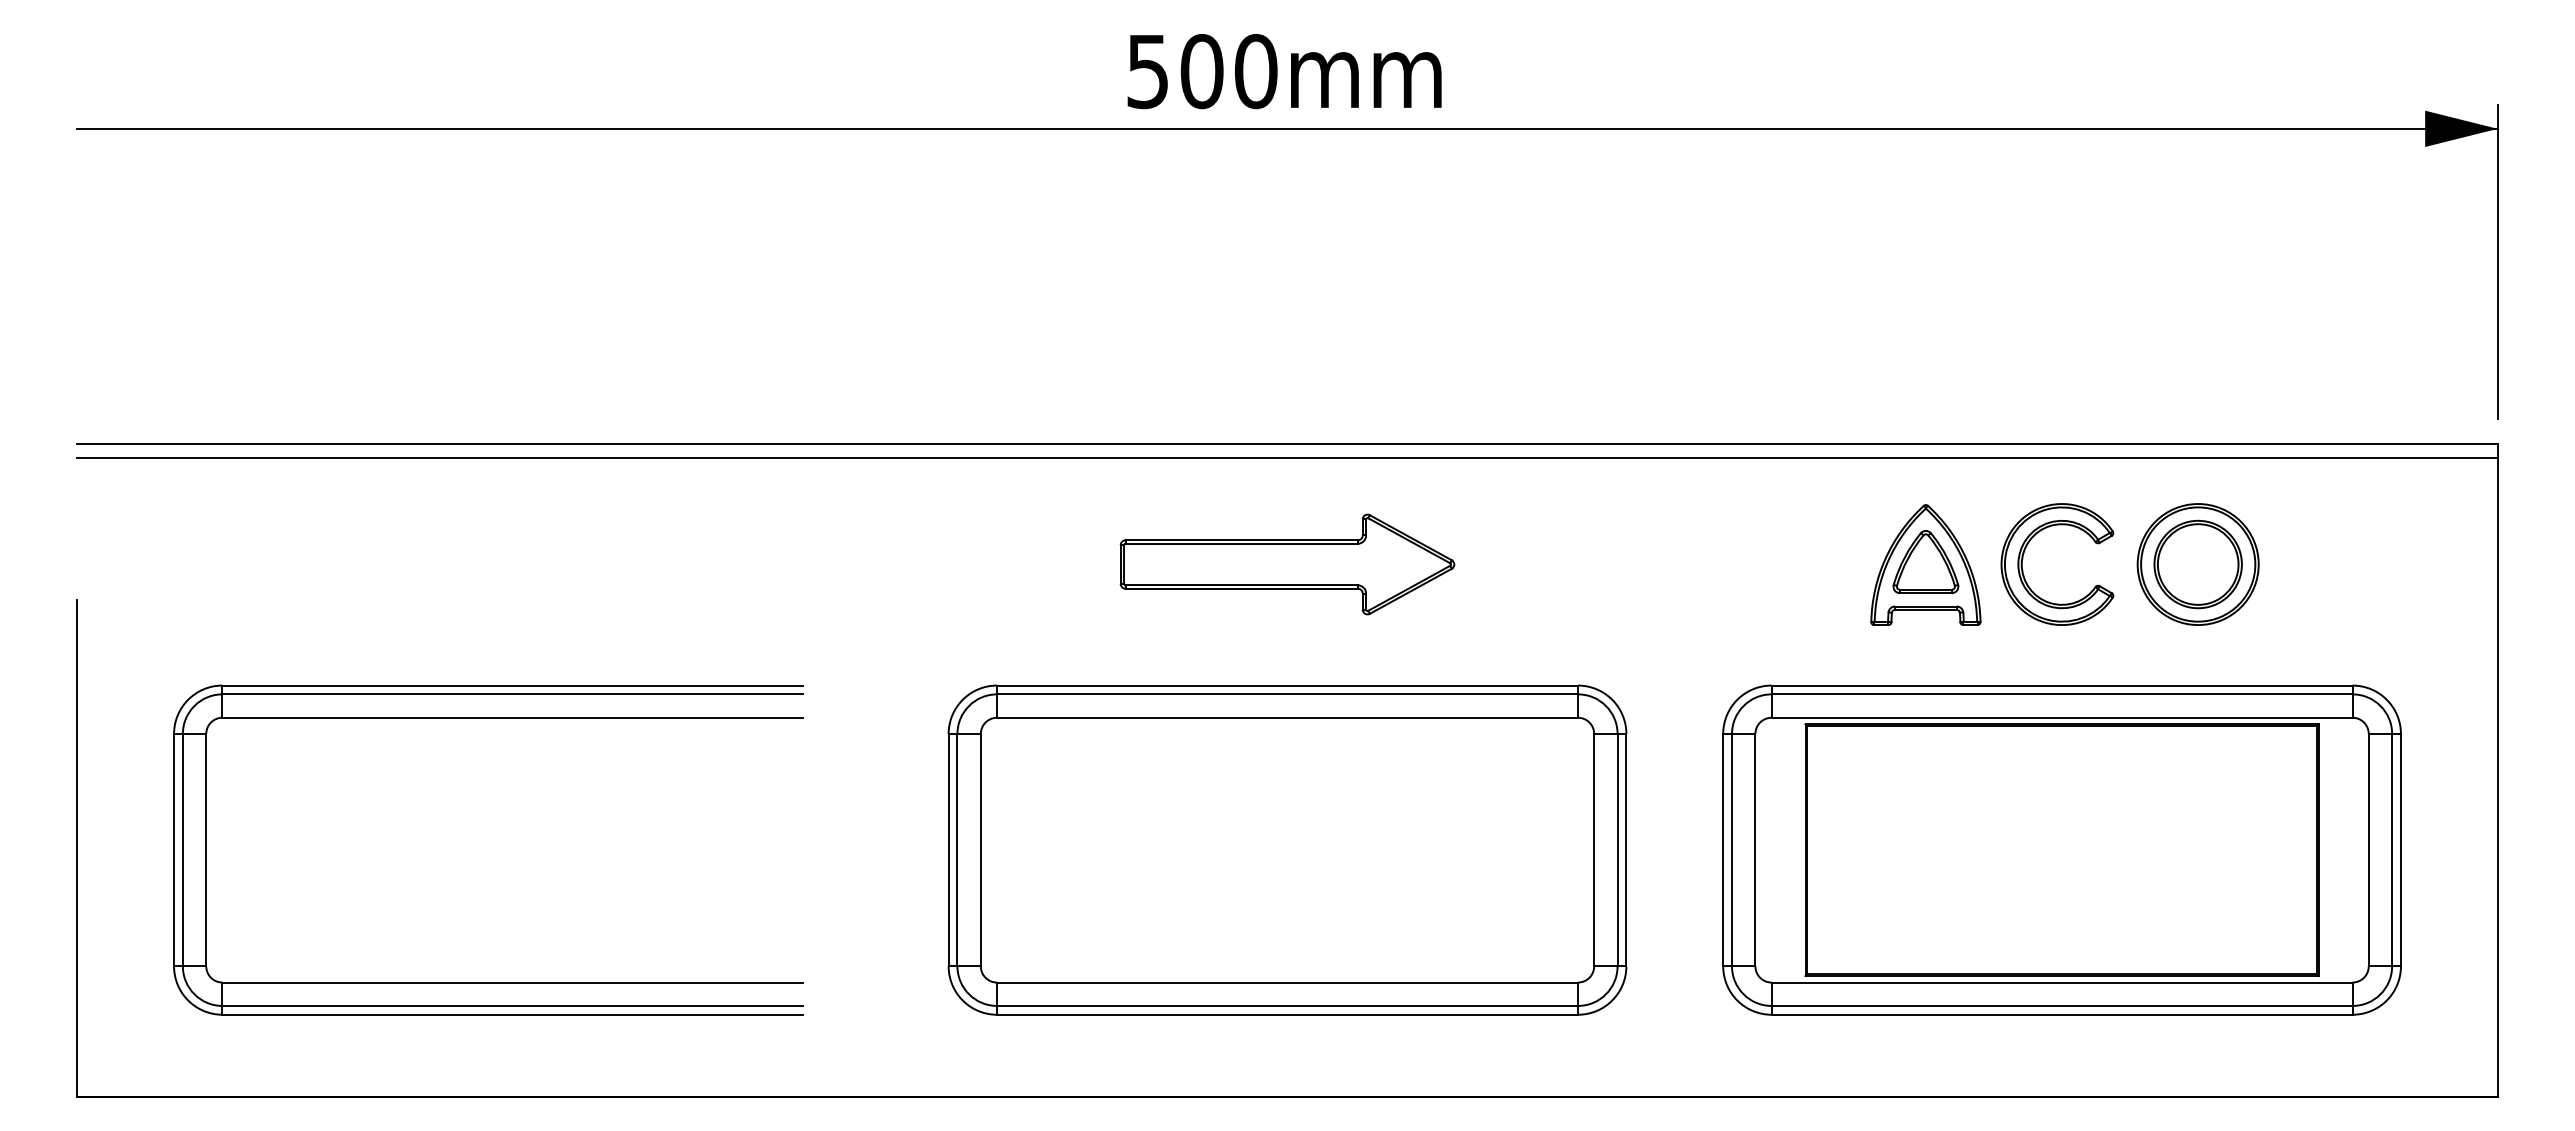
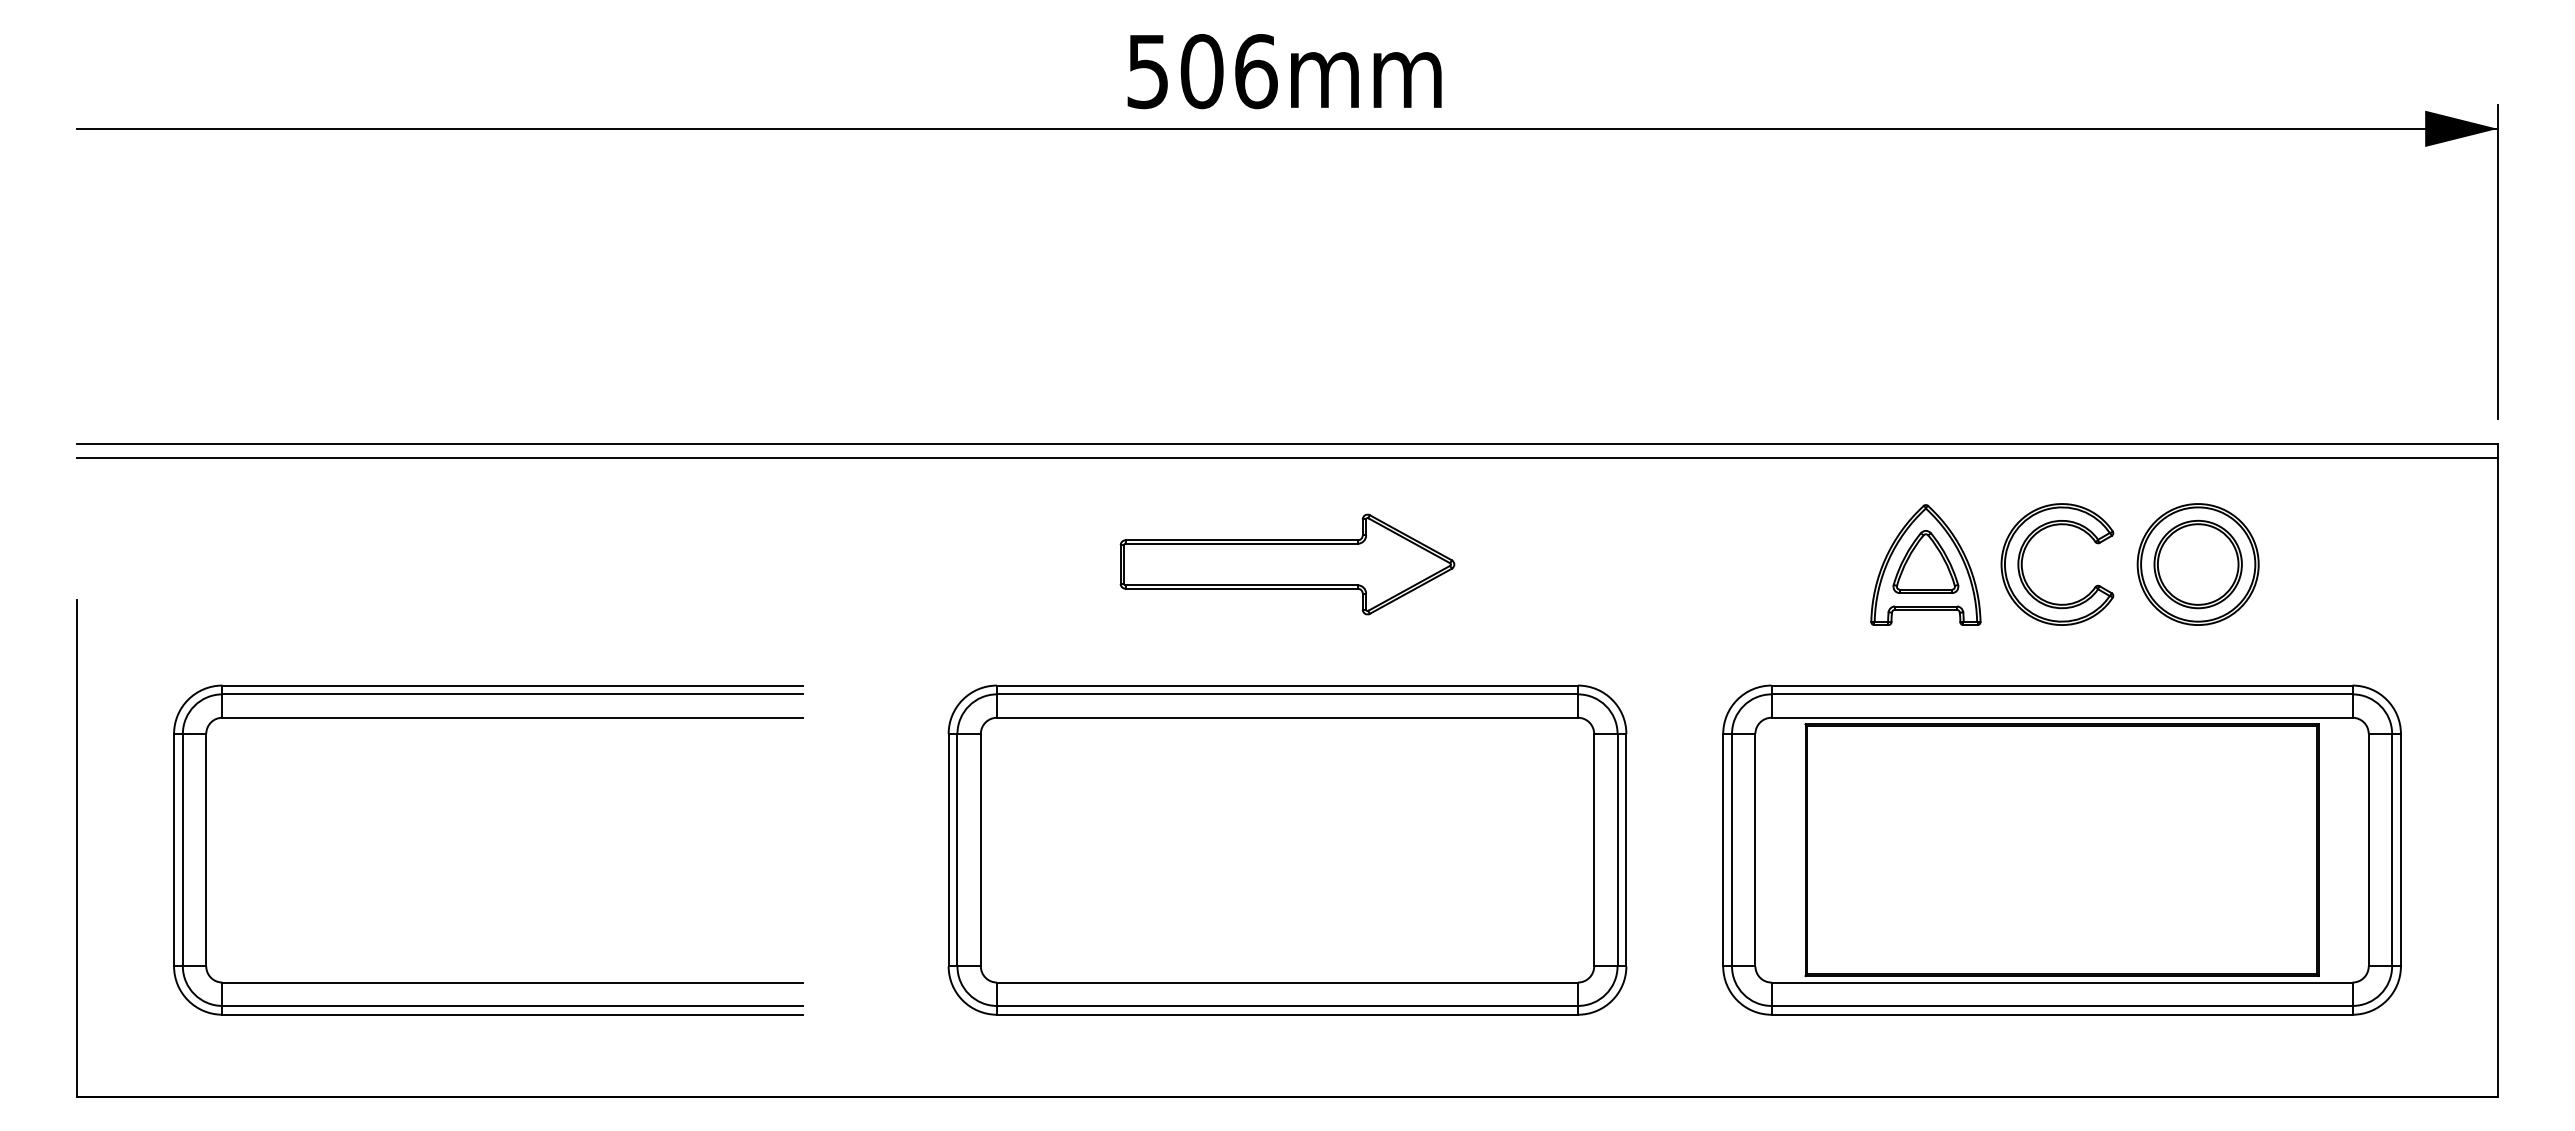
text at (1255, 71): 500mm -> 506mm
